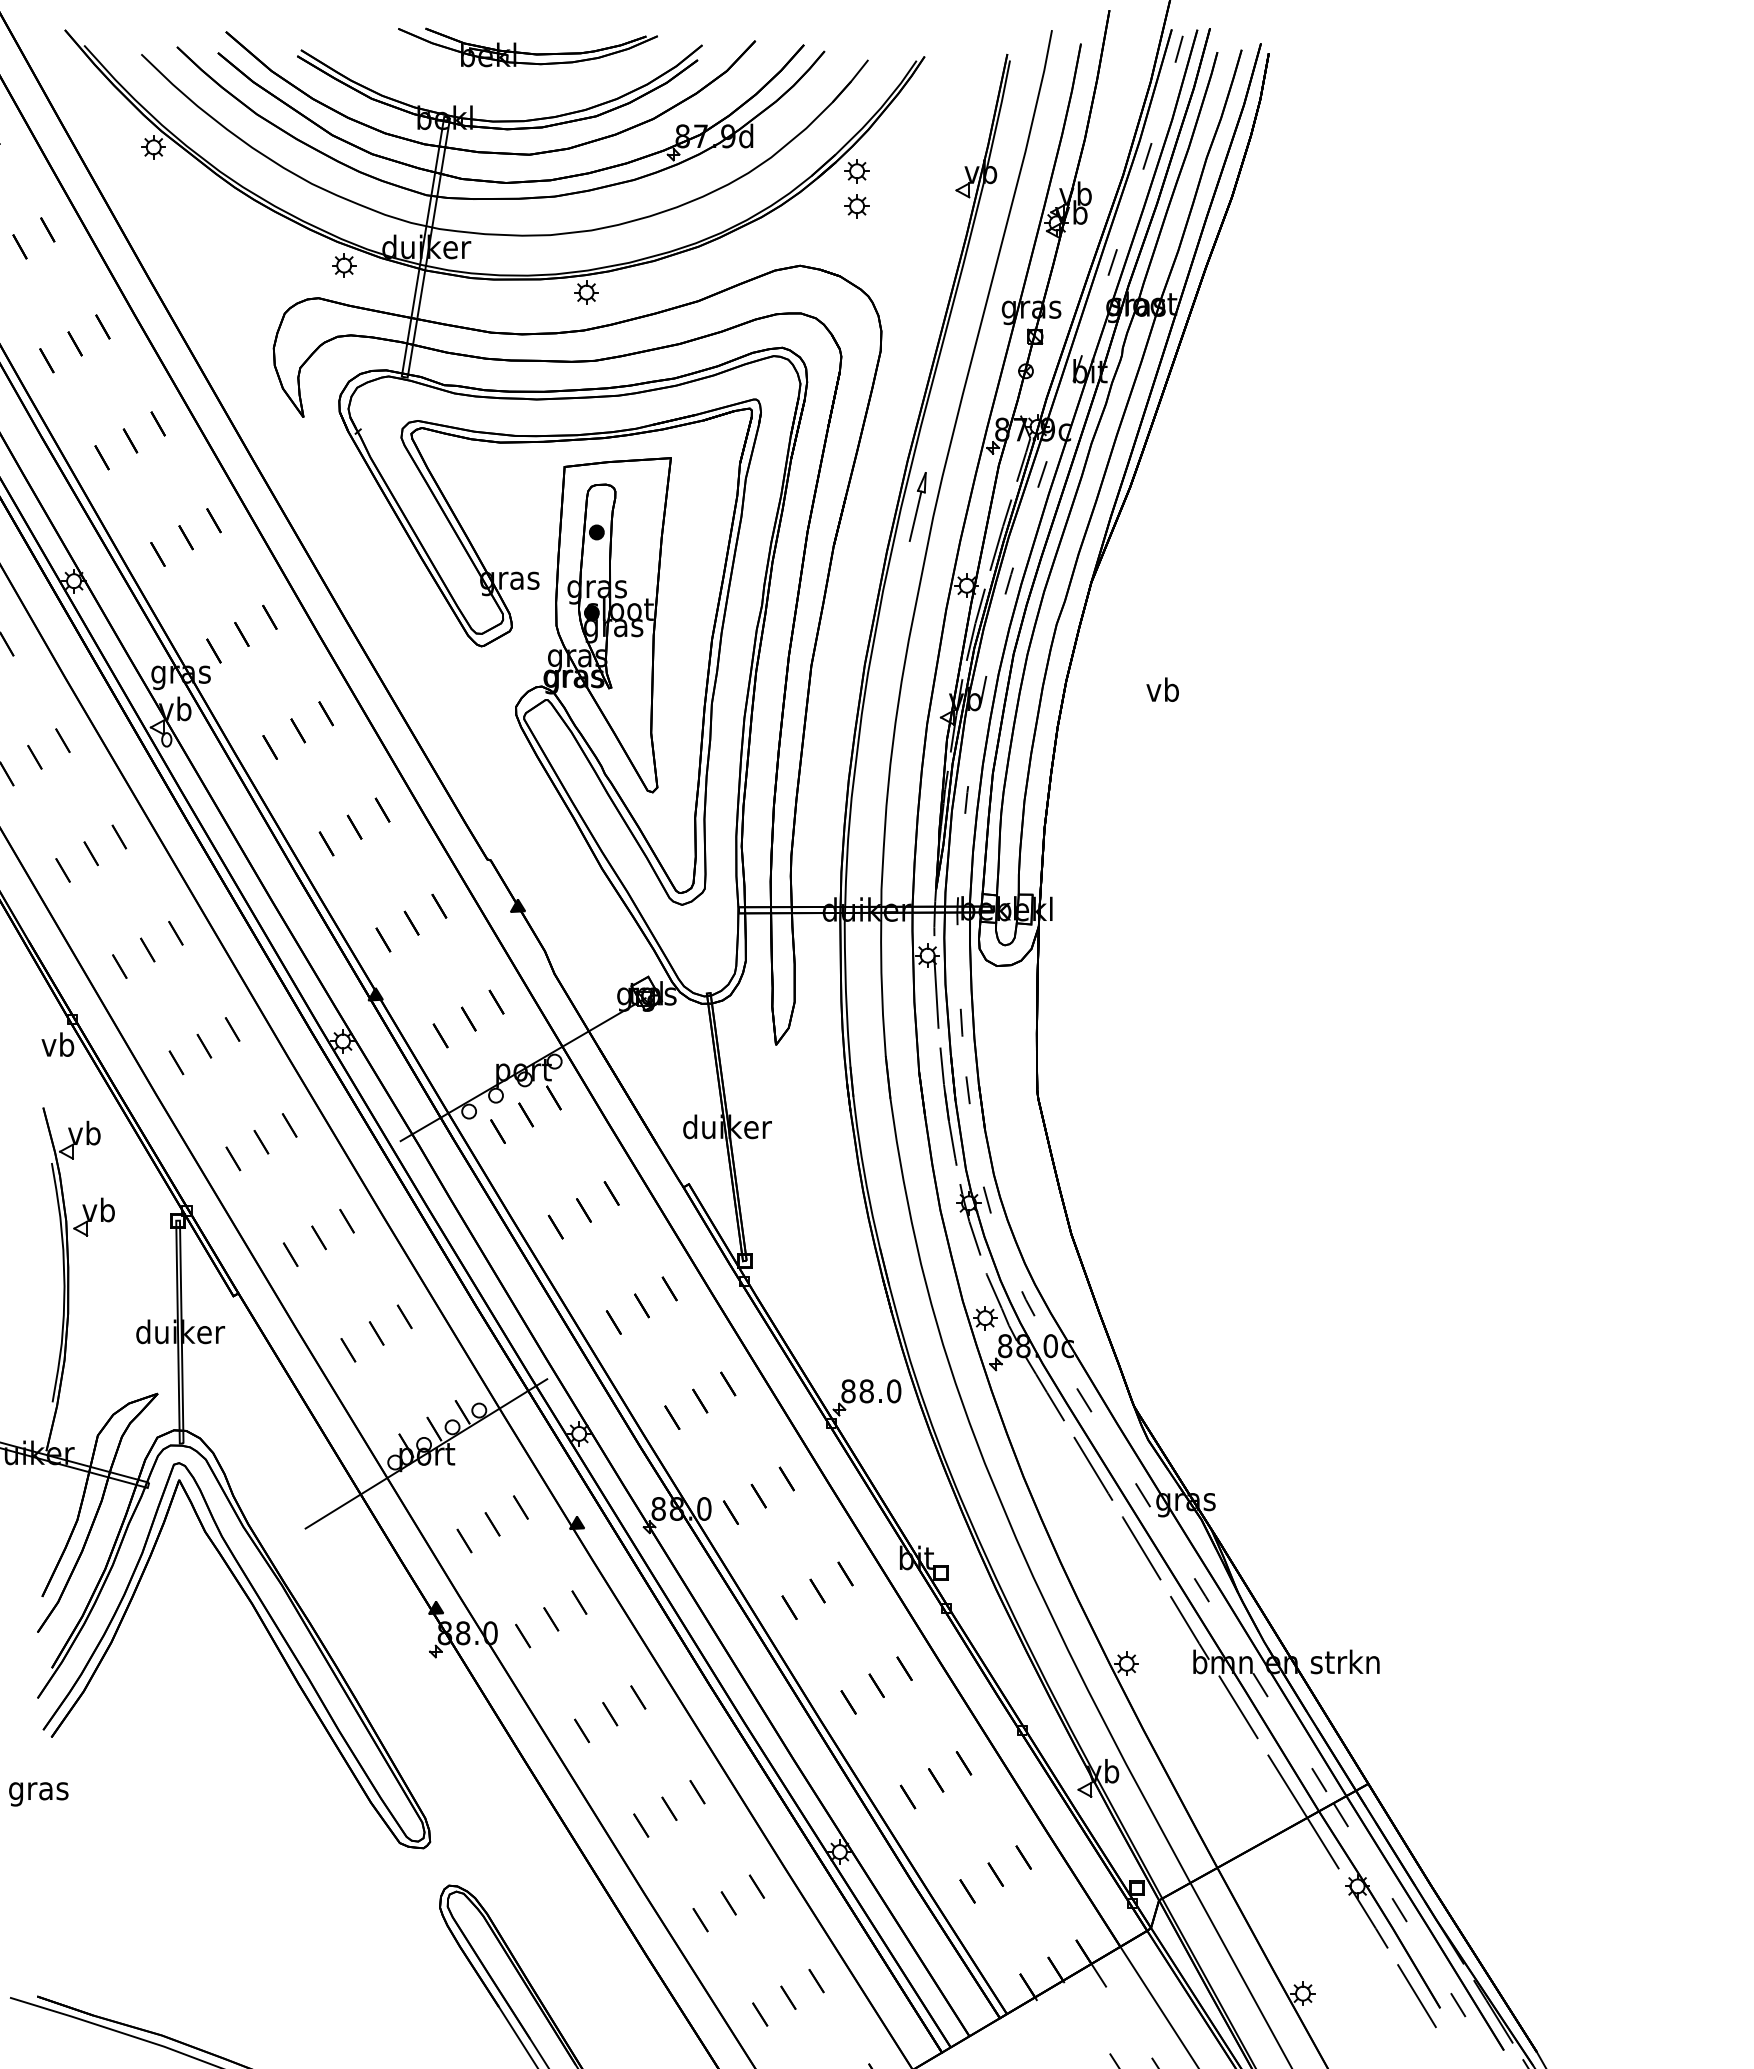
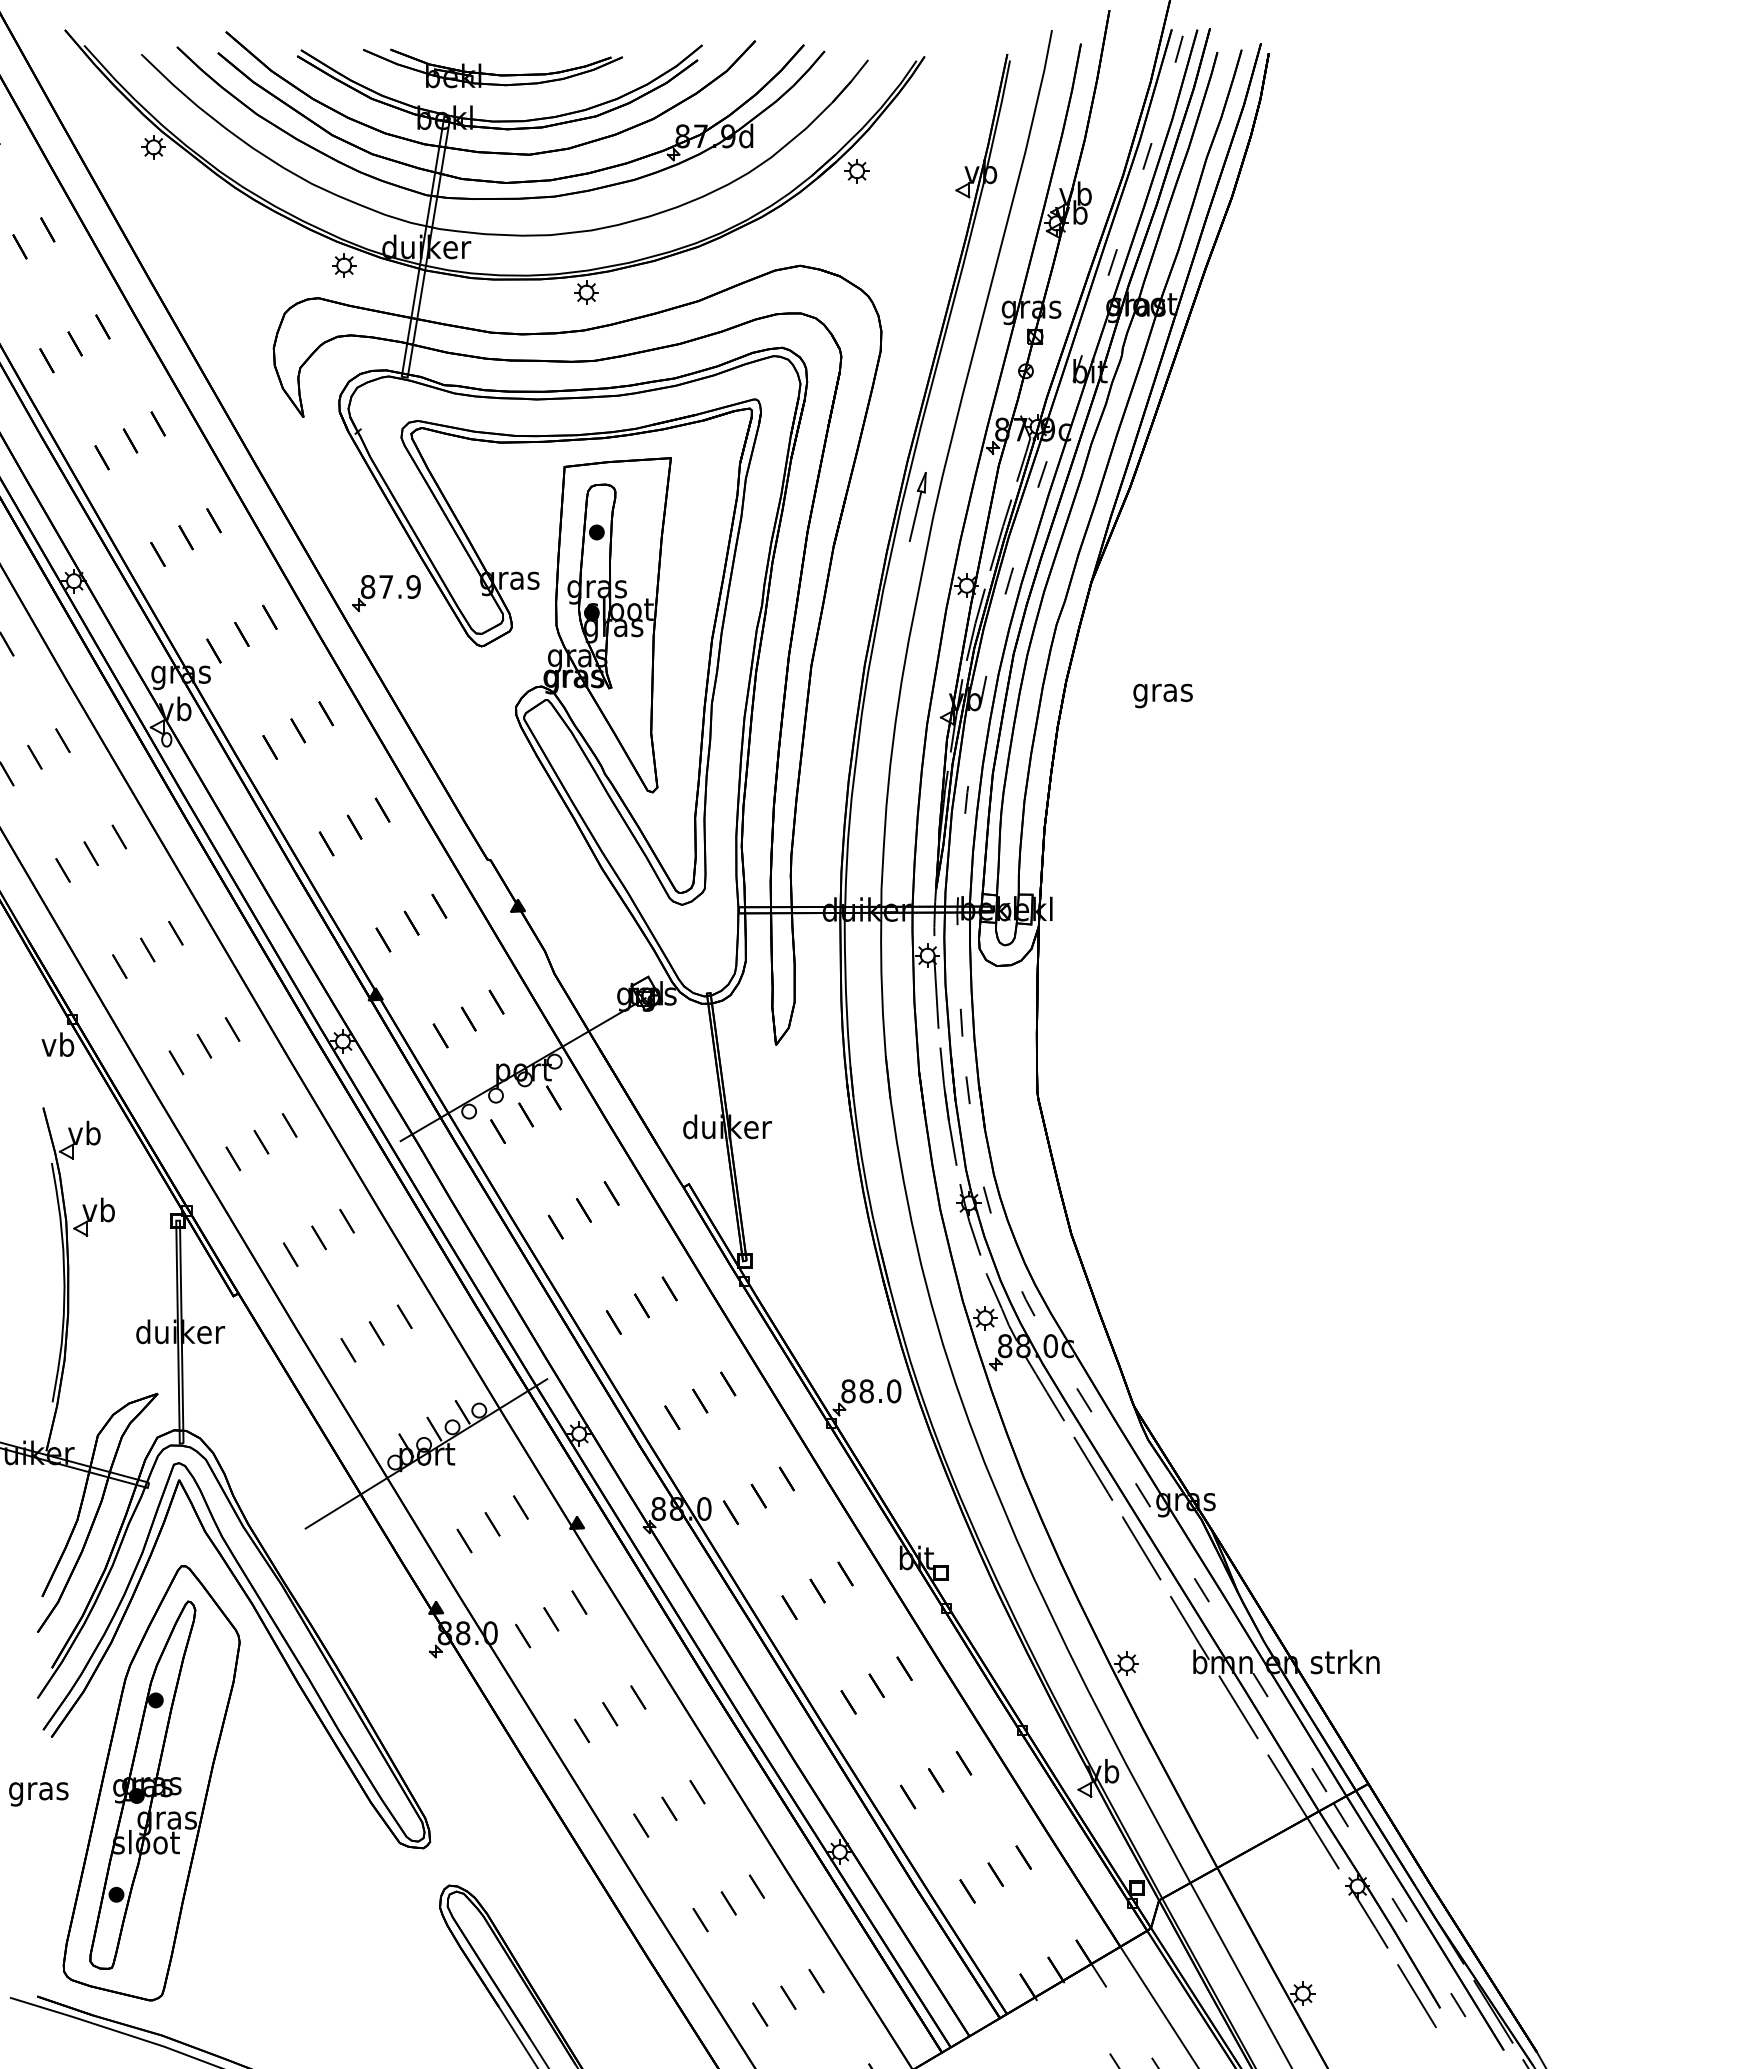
part at (527, 47) position: (527, 47) -> (492, 68)
part at (856, 206): present -> none
part at (386, 593): none -> present
text at (1162, 692): vb -> gras
part at (151, 1783): none -> present
